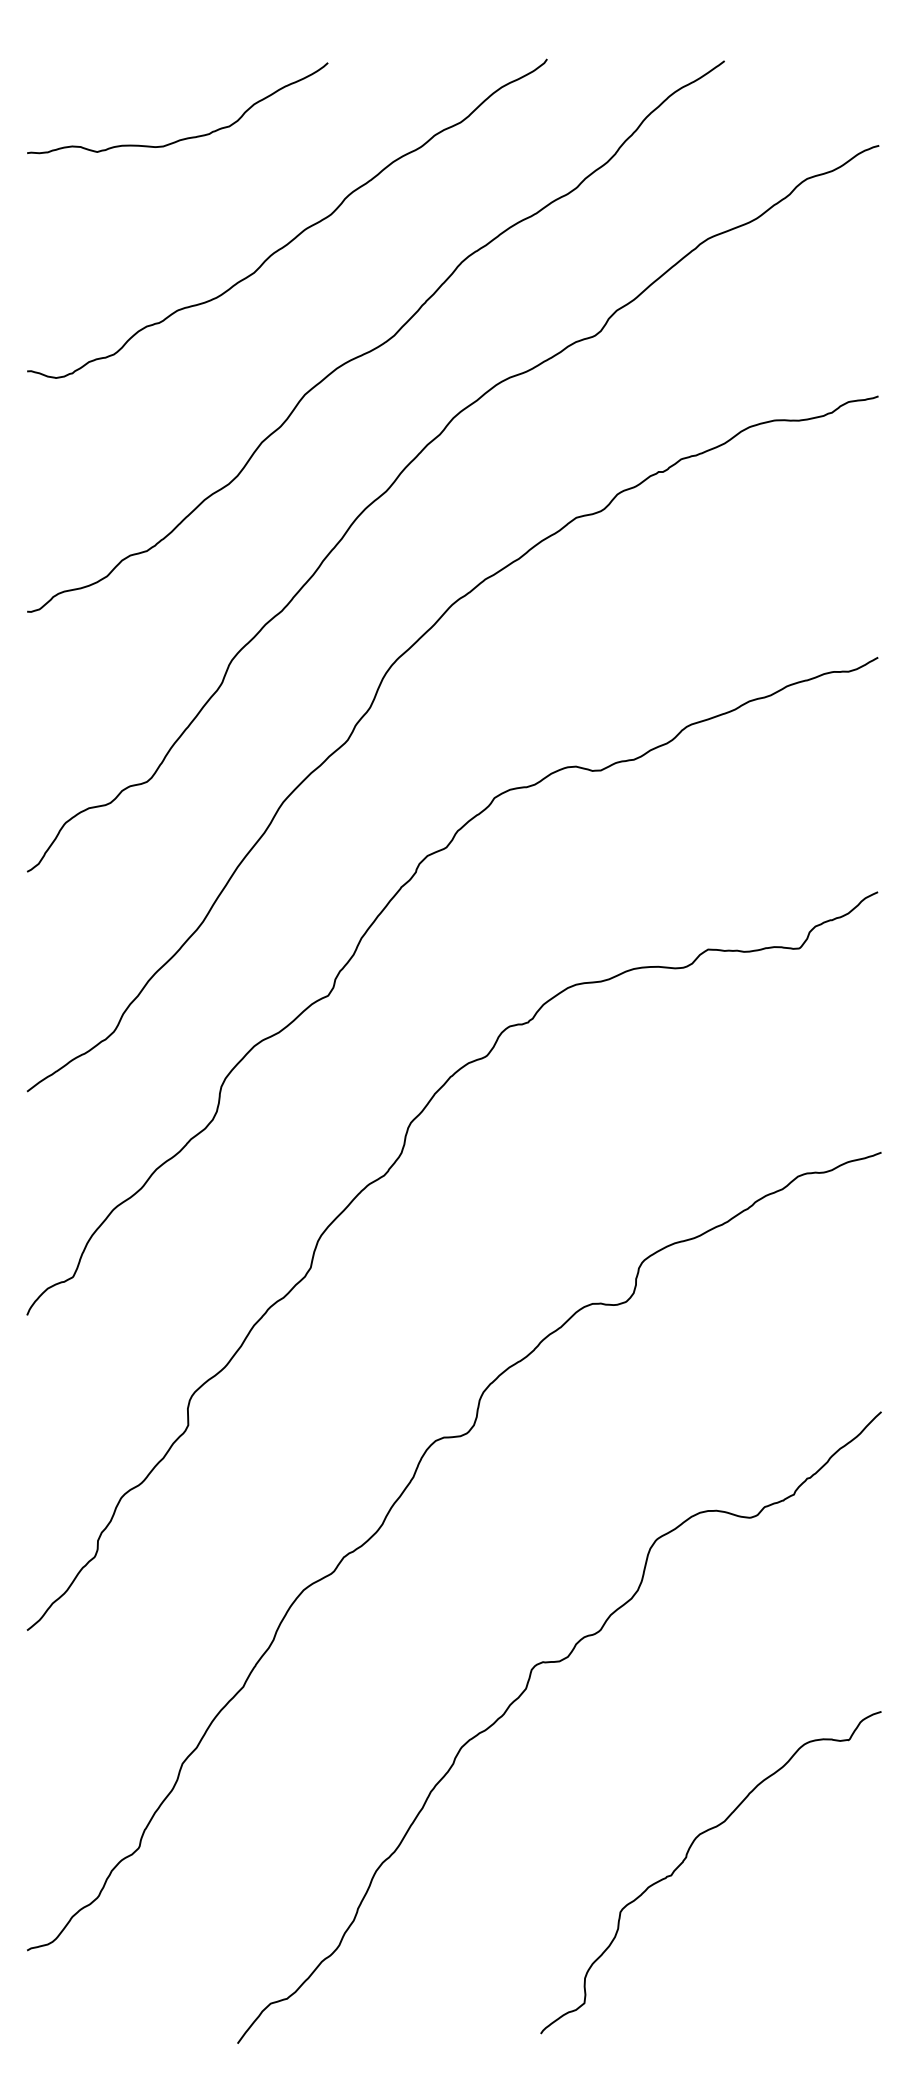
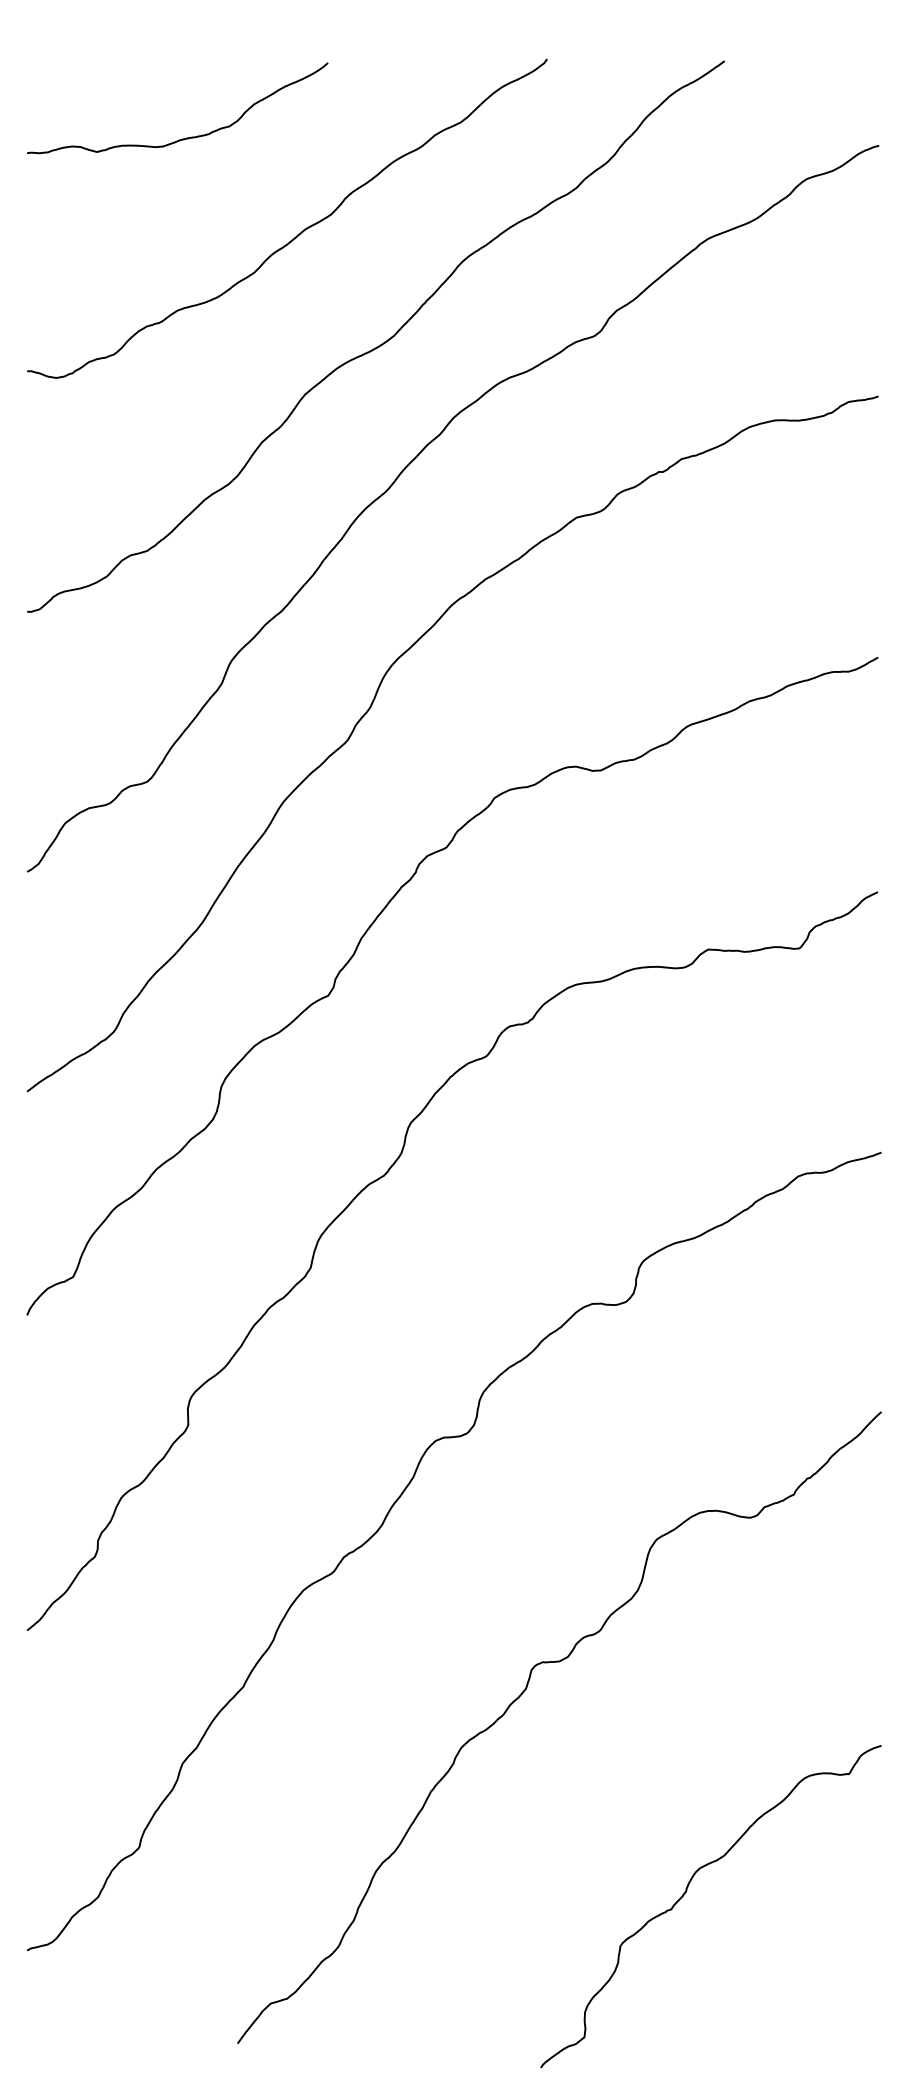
curve at (687, 1857) position: (687, 1857) -> (687, 1891)
